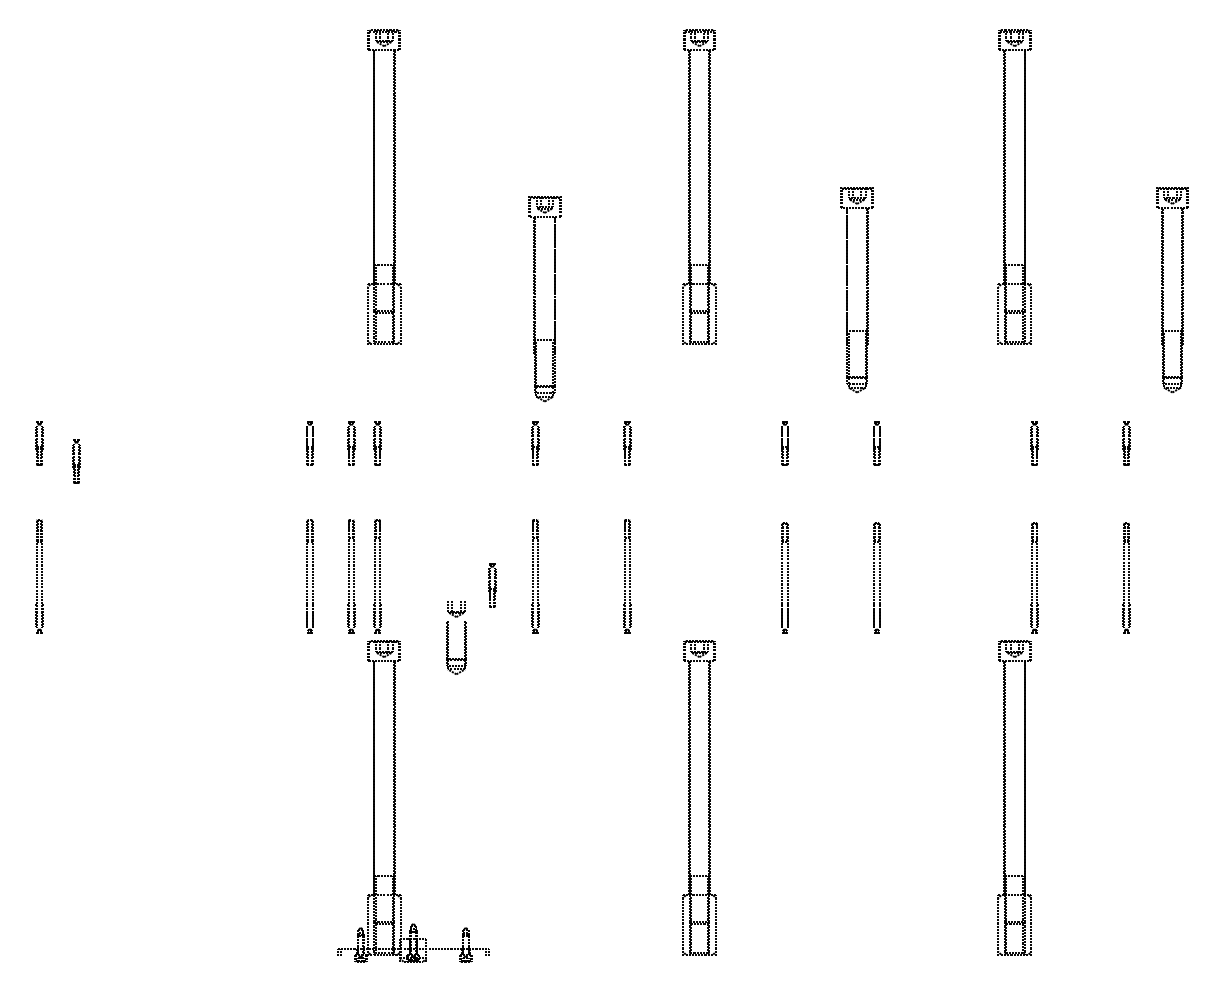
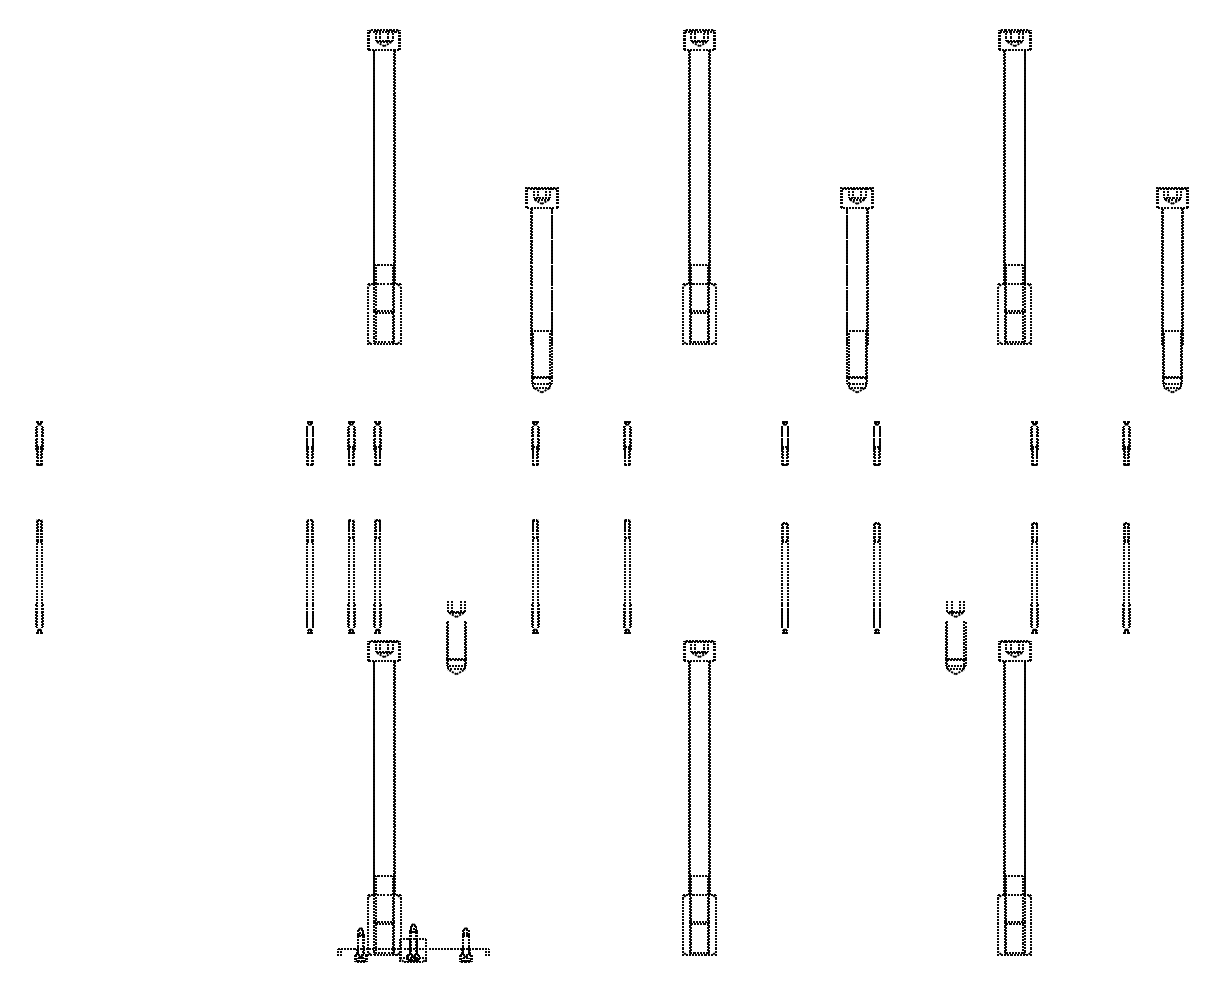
part at (535, 300) position: (535, 300) -> (532, 291)
part at (76, 461): present -> none
part at (492, 585): present -> none
part at (947, 637): none -> present
